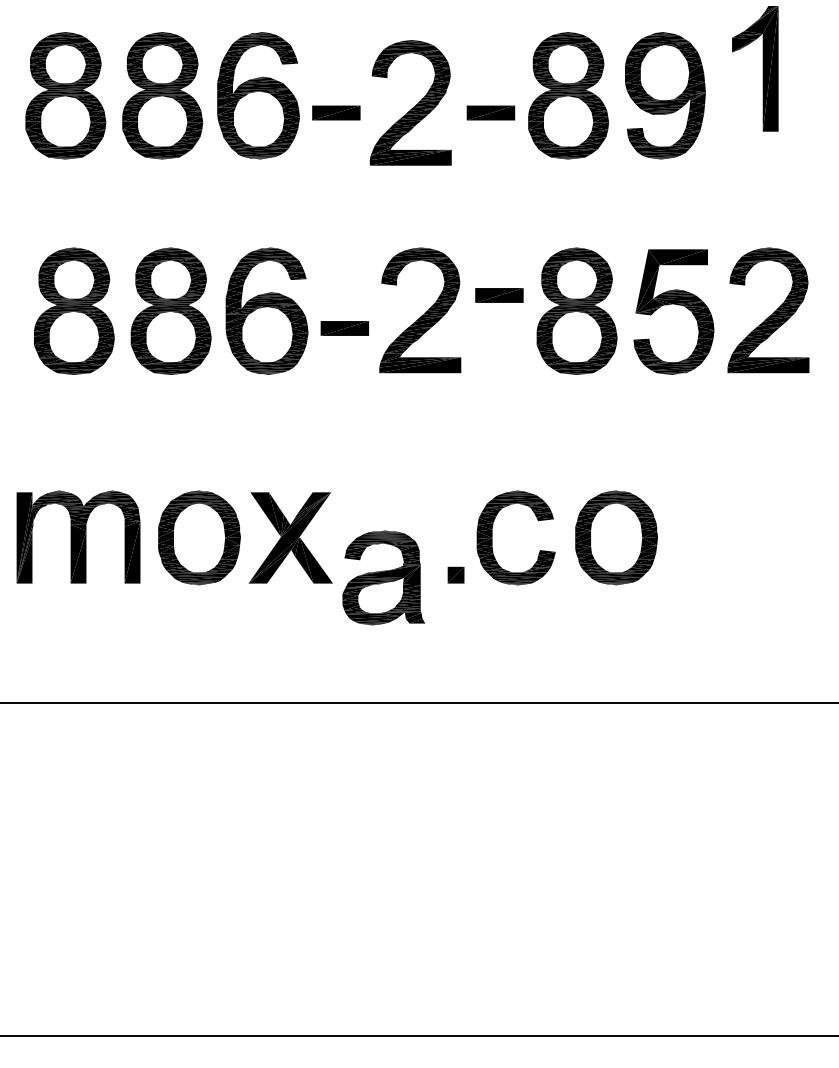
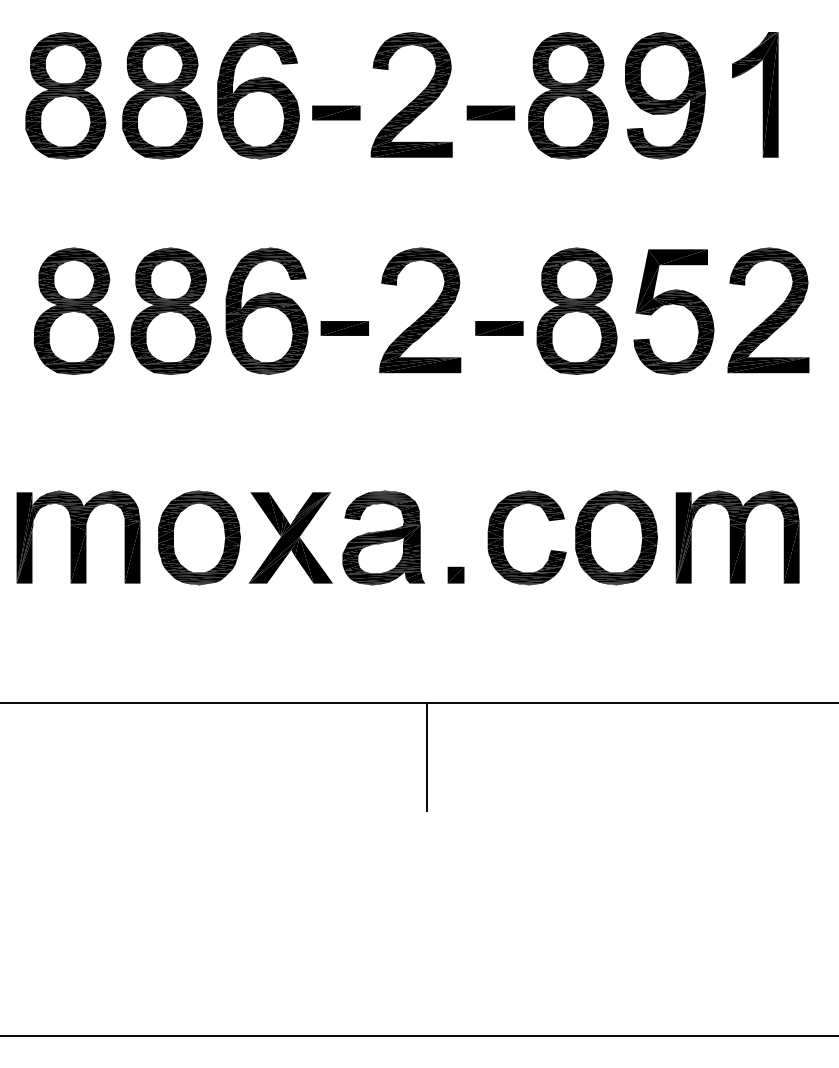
part at (762, 68) position: (762, 68) -> (762, 94)
part at (410, 102) position: (410, 102) -> (411, 94)
part at (499, 295) position: (499, 295) -> (499, 328)
part at (737, 536): none -> present
part at (492, 537) position: (492, 537) -> (503, 537)
part at (383, 577) position: (383, 577) -> (383, 537)
line at (426, 756): none -> present
